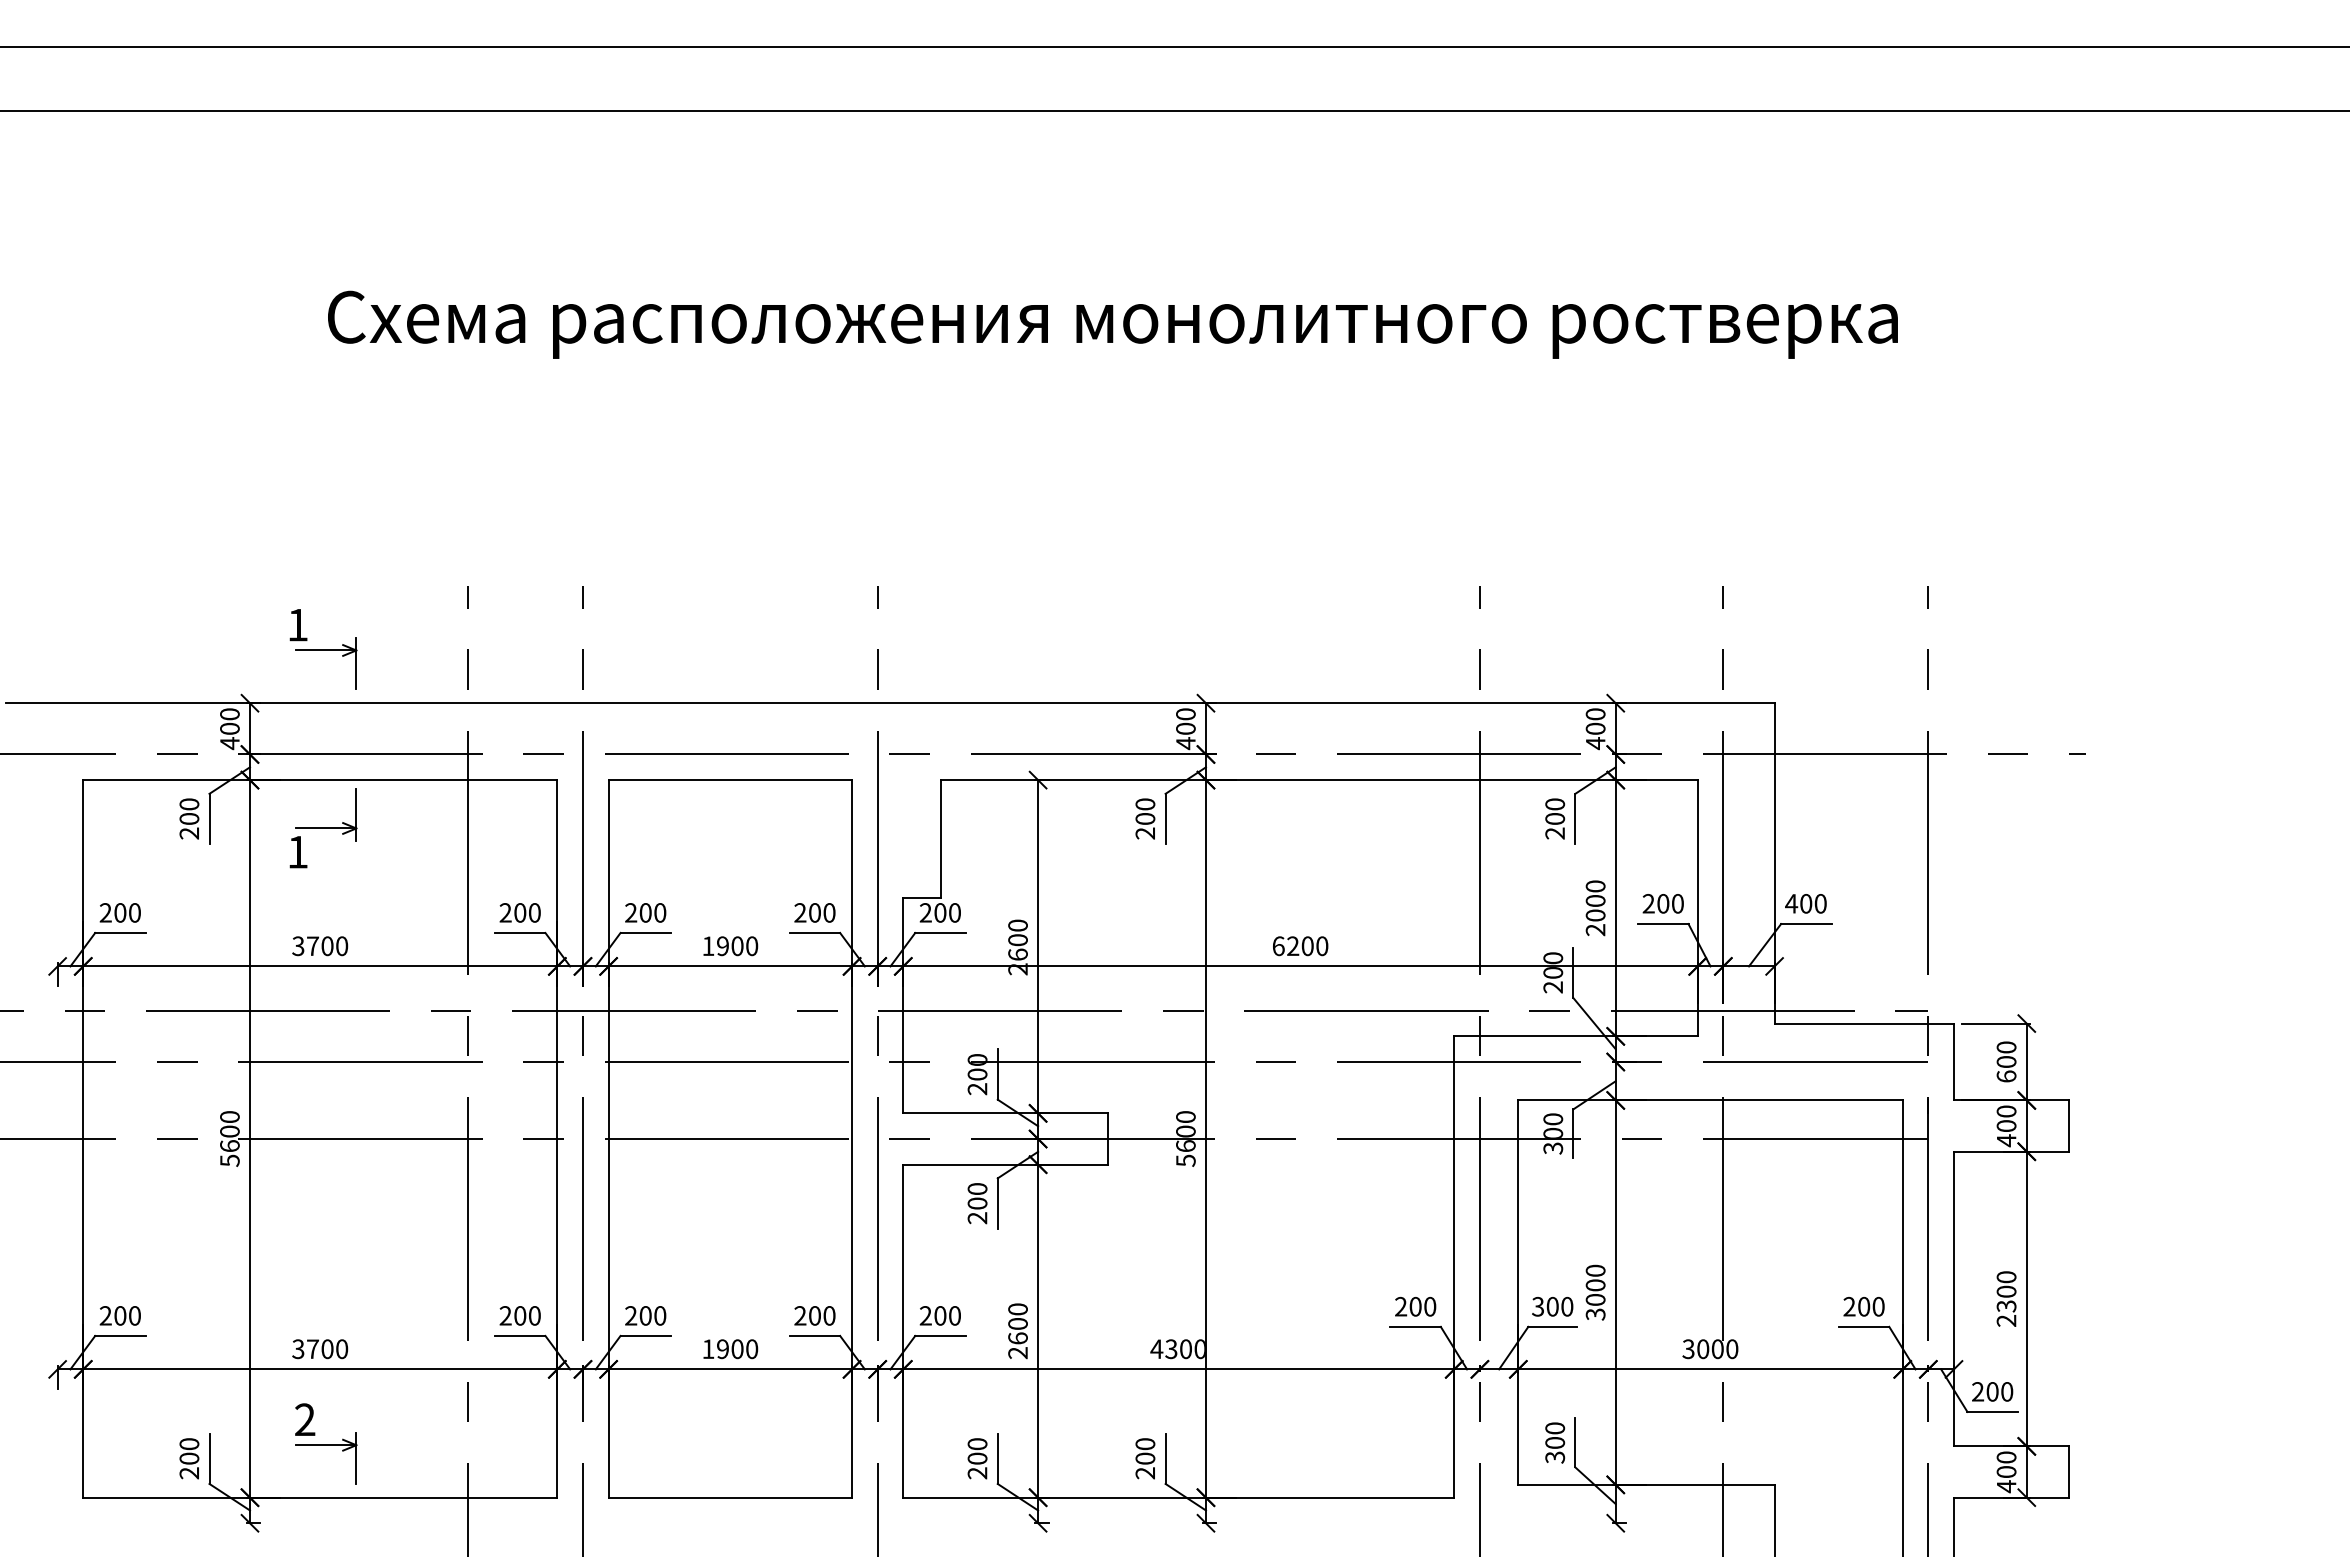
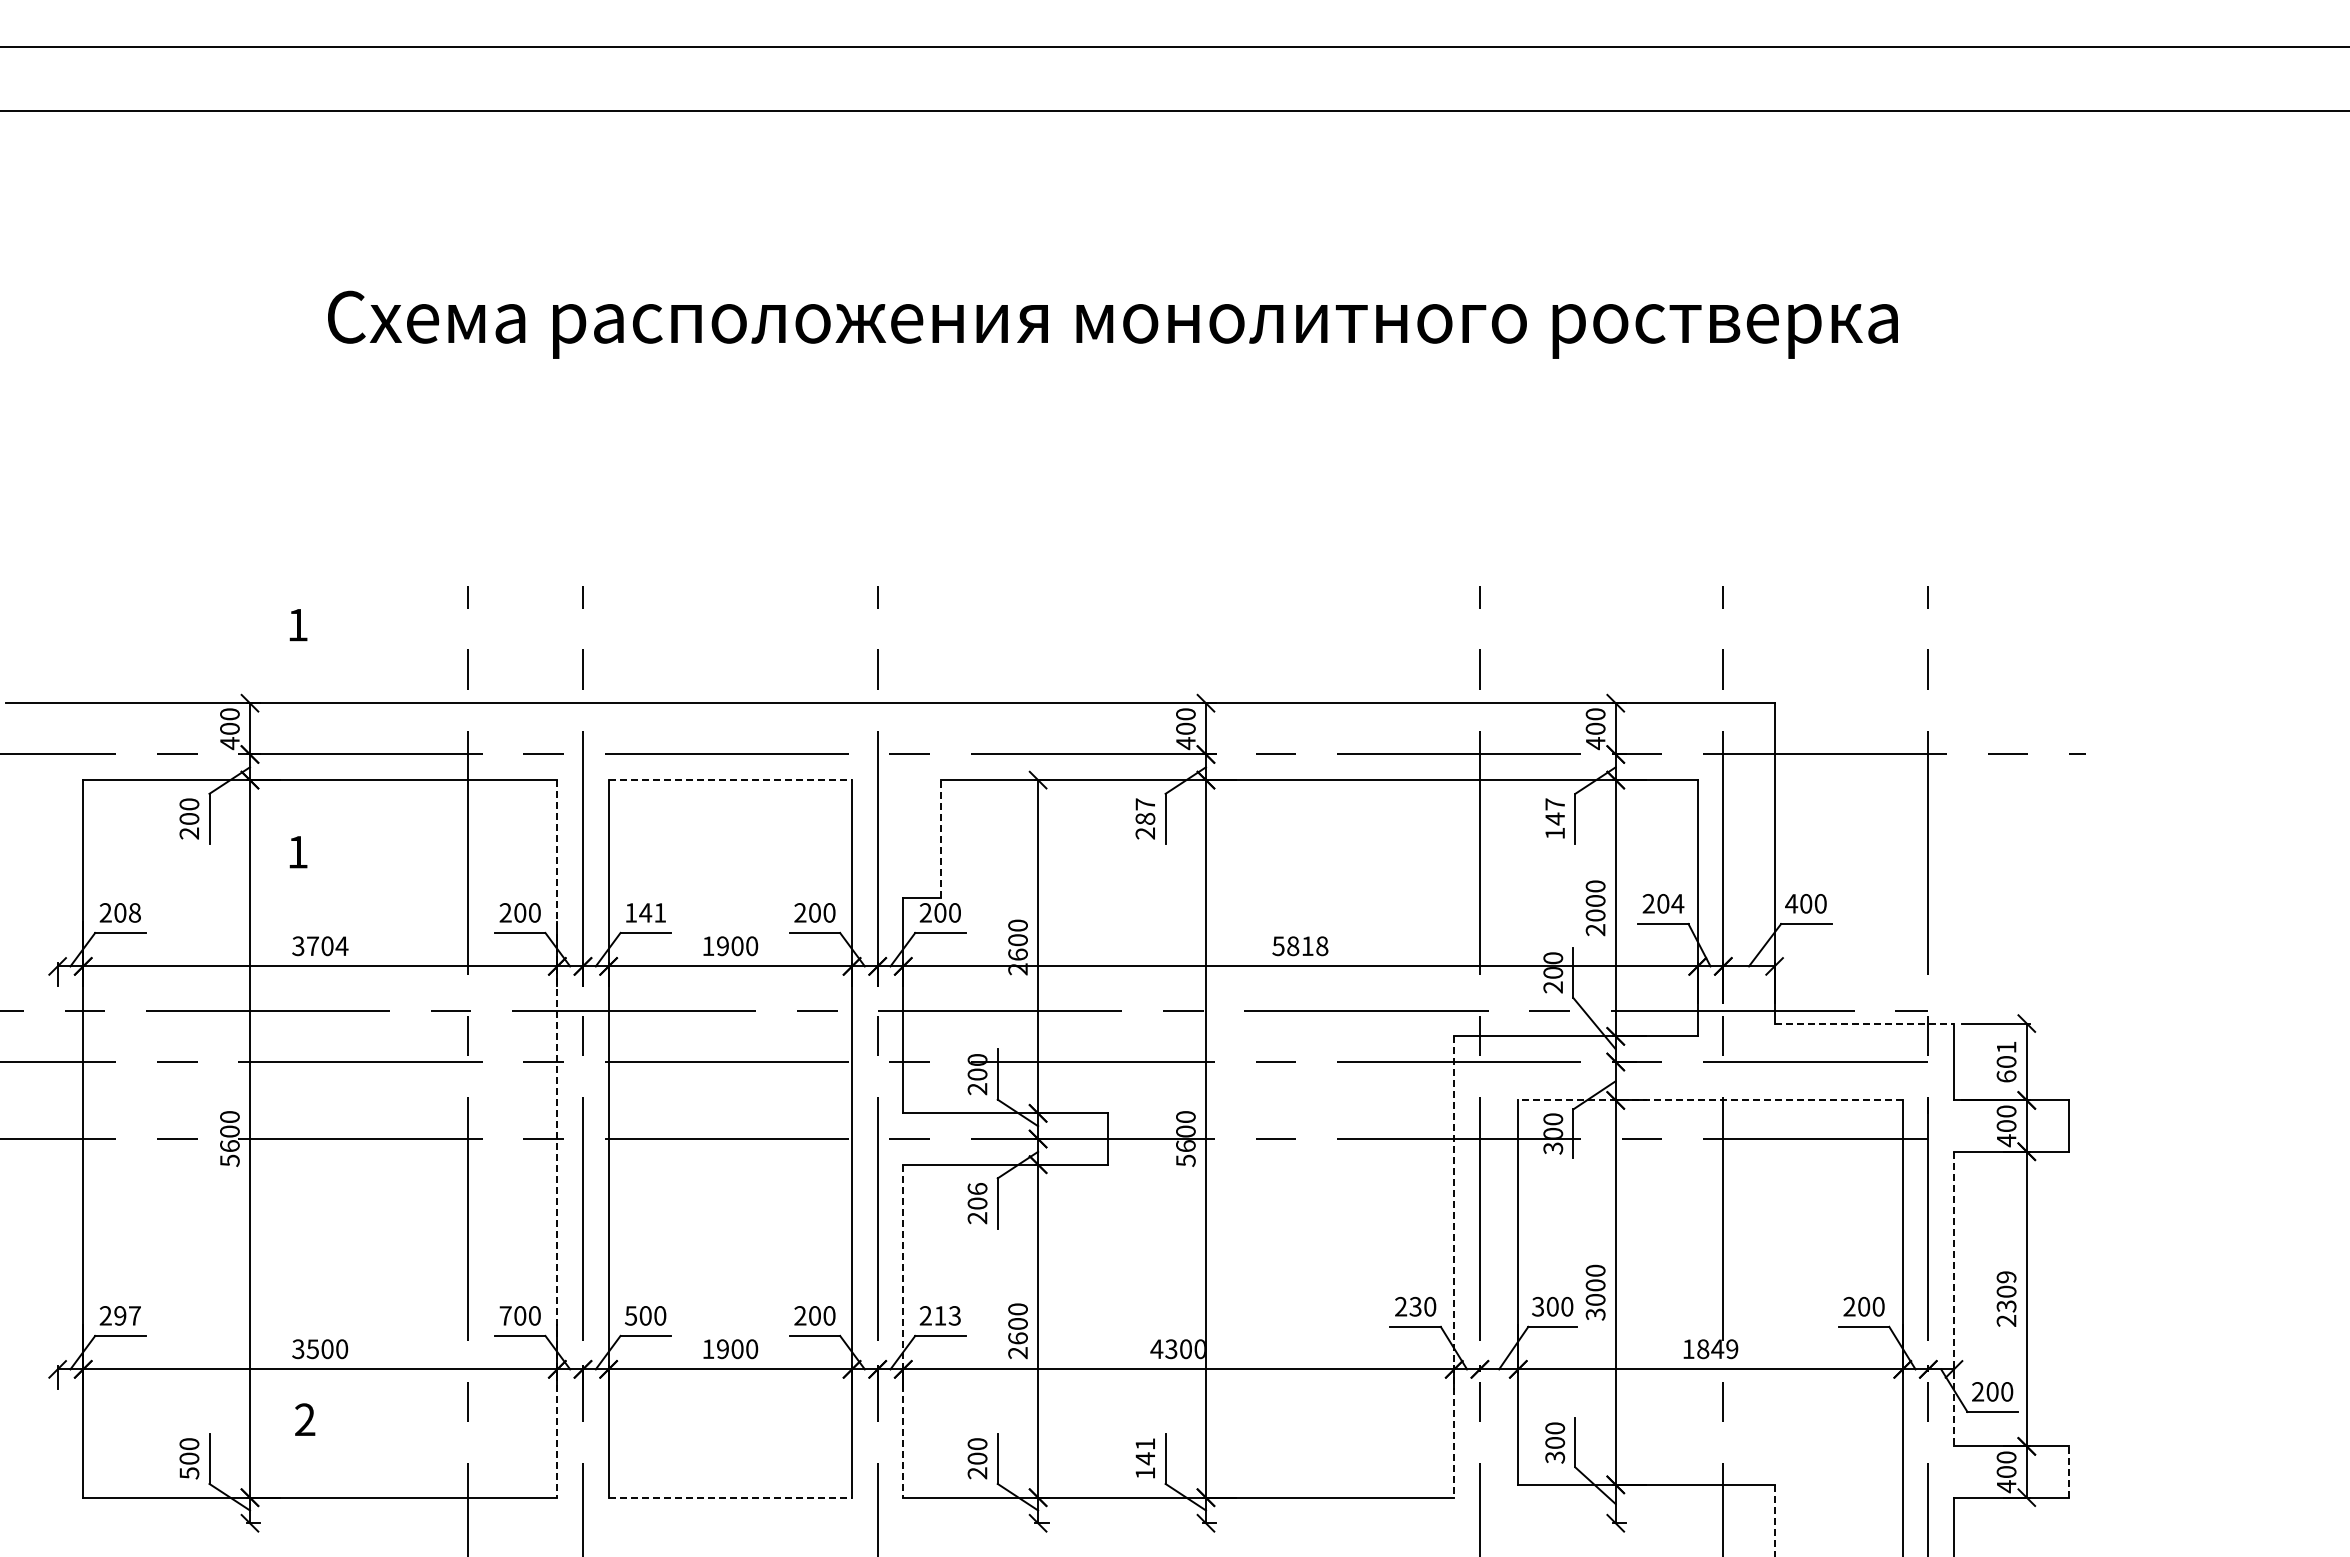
part at (326, 650): present -> none
line at (730, 780): solid -> dashed
text at (1145, 811): 200 -> 287
text at (1555, 818): 200 -> 147
part at (326, 827): present -> none
line at (940, 839): solid -> dashed
text at (1677, 903): 200 -> 204
text at (134, 912): 200 -> 208
text at (645, 912): 200 -> 141
text at (341, 946): 3700 -> 3704
text at (1300, 946): 6200 -> 5818
line at (1864, 1023): solid -> dashed
text at (2006, 1047): 600 -> 601
line at (1710, 1100): solid -> dashed
line at (557, 1138): solid -> dashed
text at (977, 1188): 200 -> 206
line at (1454, 1267): solid -> dashed
text at (2006, 1277): 2300 -> 2309
line at (1954, 1299): solid -> dashed
text at (1415, 1306): 200 -> 230
text at (127, 1315): 200 -> 297
text at (505, 1315): 200 -> 700
text at (630, 1315): 200 -> 500
text at (947, 1315): 200 -> 213
line at (903, 1331): solid -> dashed
text at (312, 1349): 3700 -> 3500
text at (1710, 1349): 3000 -> 1849
part at (326, 1445): present -> none
text at (1145, 1458): 200 -> 141
line at (2069, 1472): solid -> dashed
text at (189, 1473): 200 -> 500
line at (730, 1497): solid -> dashed
line at (1774, 1520): solid -> dashed
